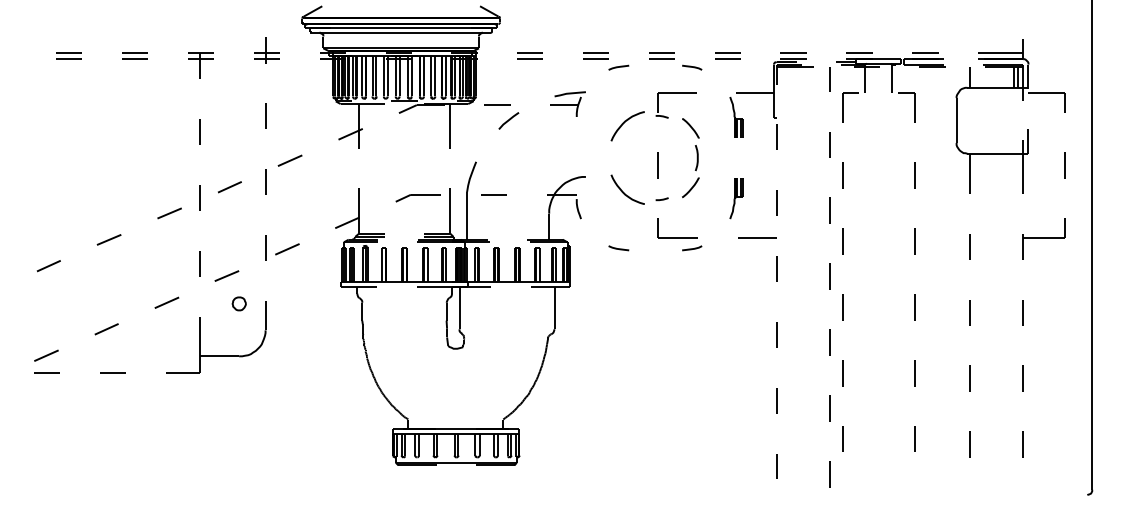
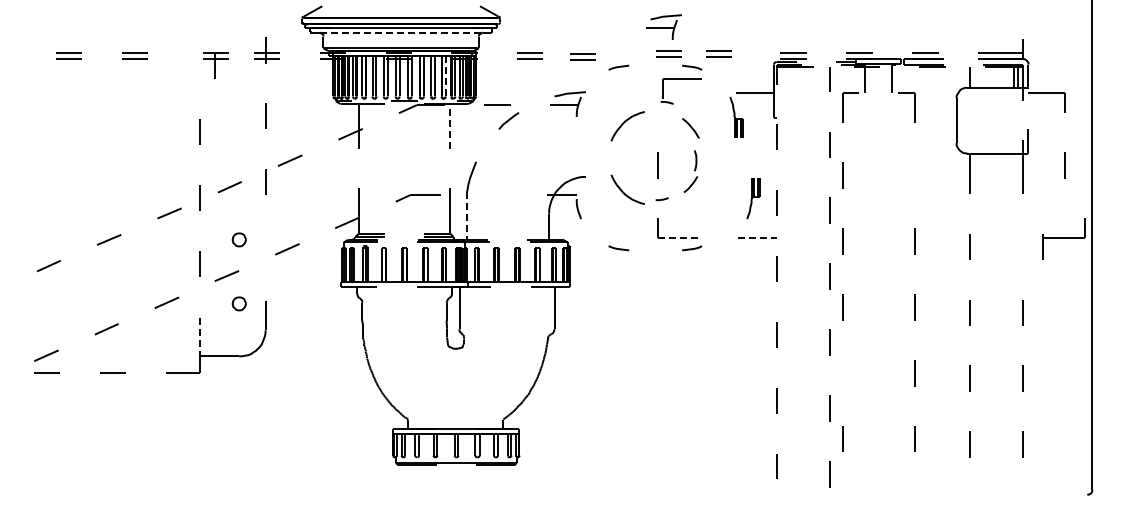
part at (663, 26): none -> present
line at (401, 32): solid -> dashed
part at (595, 55) position: (595, 55) -> (582, 56)
part at (661, 55) position: (661, 55) -> (668, 53)
part at (727, 55) position: (727, 55) -> (718, 53)
part at (200, 65) position: (200, 65) -> (215, 65)
line at (446, 76): solid -> dashed
part at (675, 93) position: (675, 93) -> (680, 79)
line at (450, 125): solid -> dashed
part at (690, 171) size: 18x54 px -> 16x43 px
line at (914, 175): present -> none
line at (493, 194): present -> none
part at (736, 198) position: (736, 198) -> (753, 198)
line at (467, 215): solid -> dashed
line at (678, 238): solid -> dashed
line at (757, 238): solid -> dashed
part at (1043, 238) position: (1043, 238) -> (1063, 238)
part at (238, 239): none -> present
line at (265, 247): present -> none
line at (199, 337): solid -> dashed
line at (842, 373): present -> none
